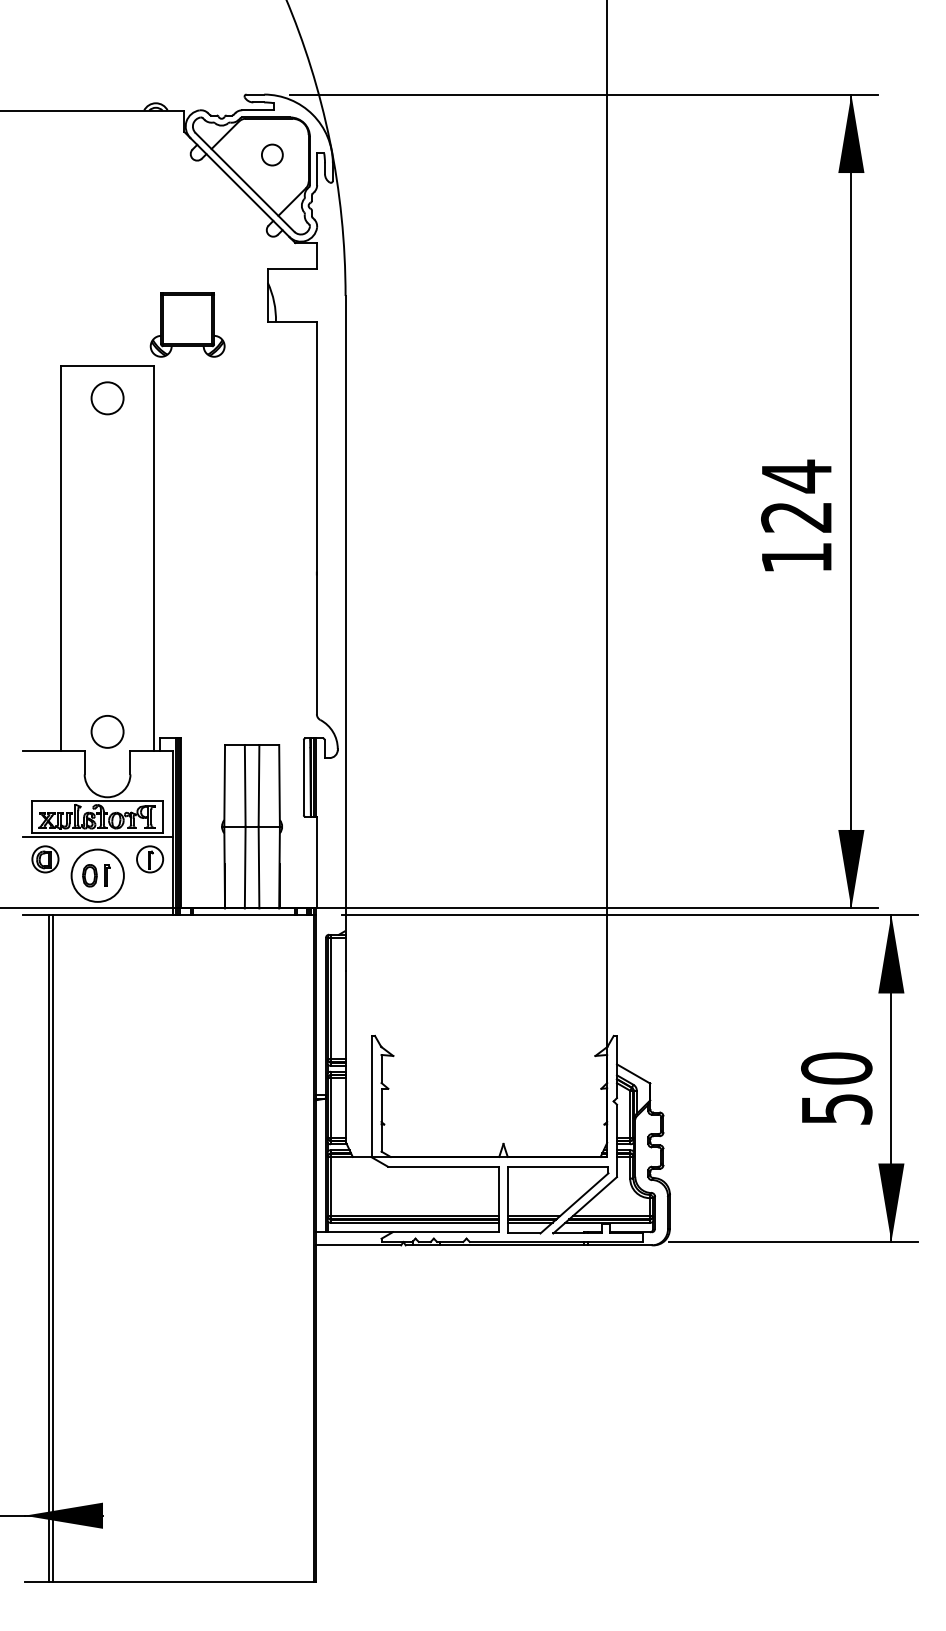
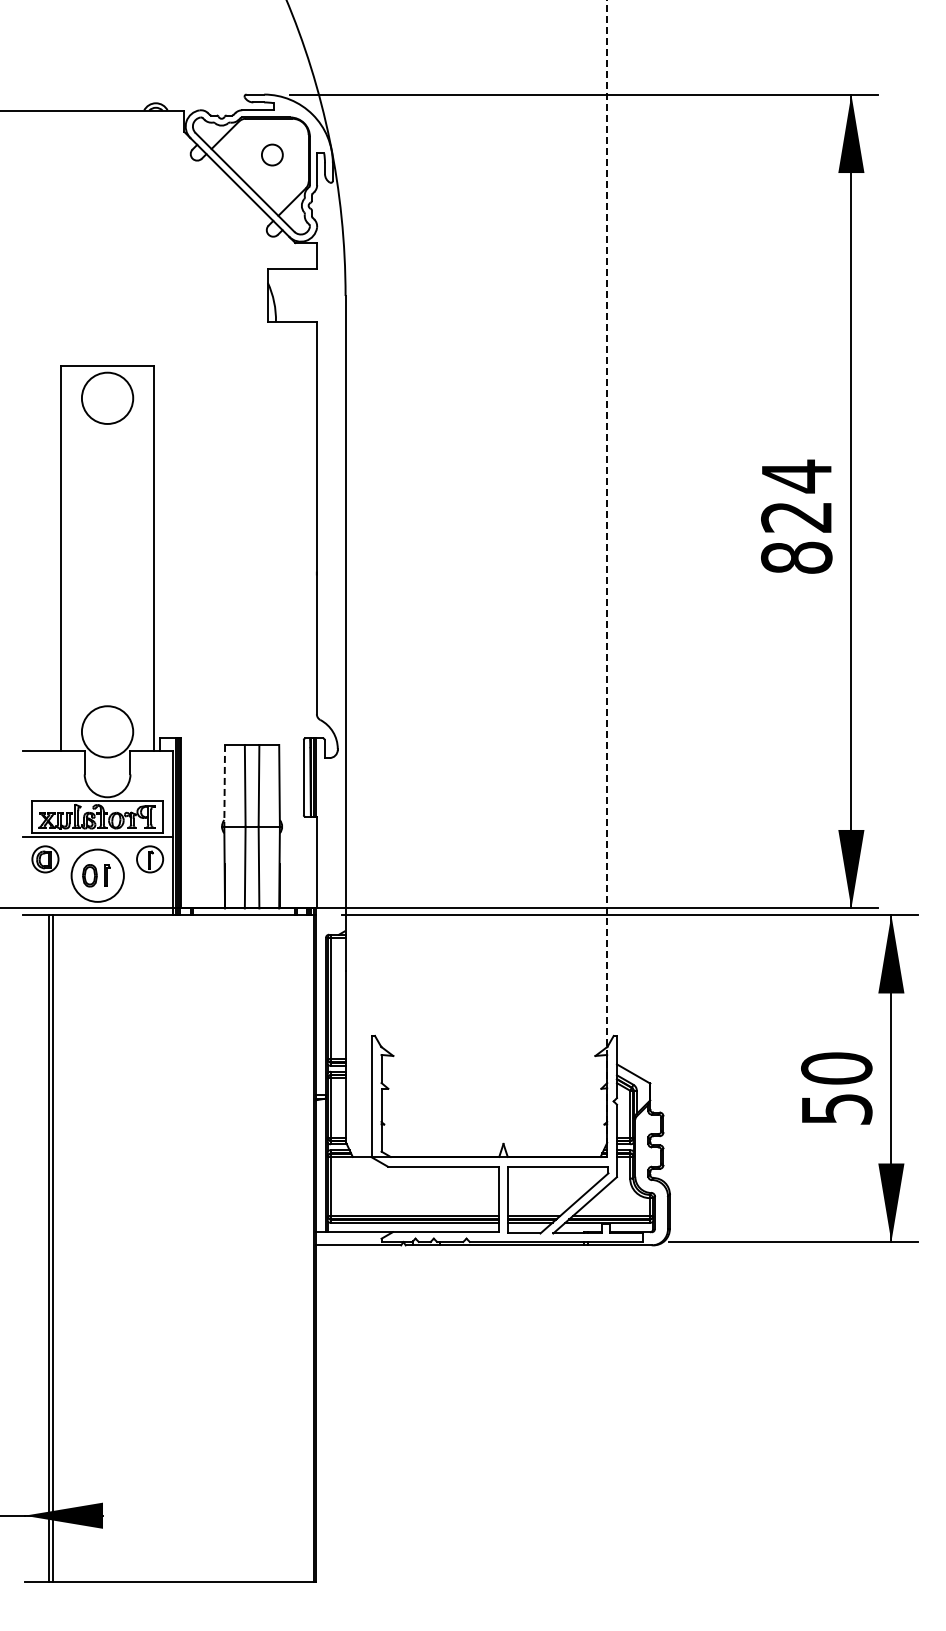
part at (187, 324): present -> none
circle at (107, 398) diameter: 32 px -> 51 px
text at (796, 557): 124 -> 824
line at (607, 572): solid -> dashed
circle at (107, 731) diameter: 32 px -> 51 px
line at (224, 785): solid -> dashed
